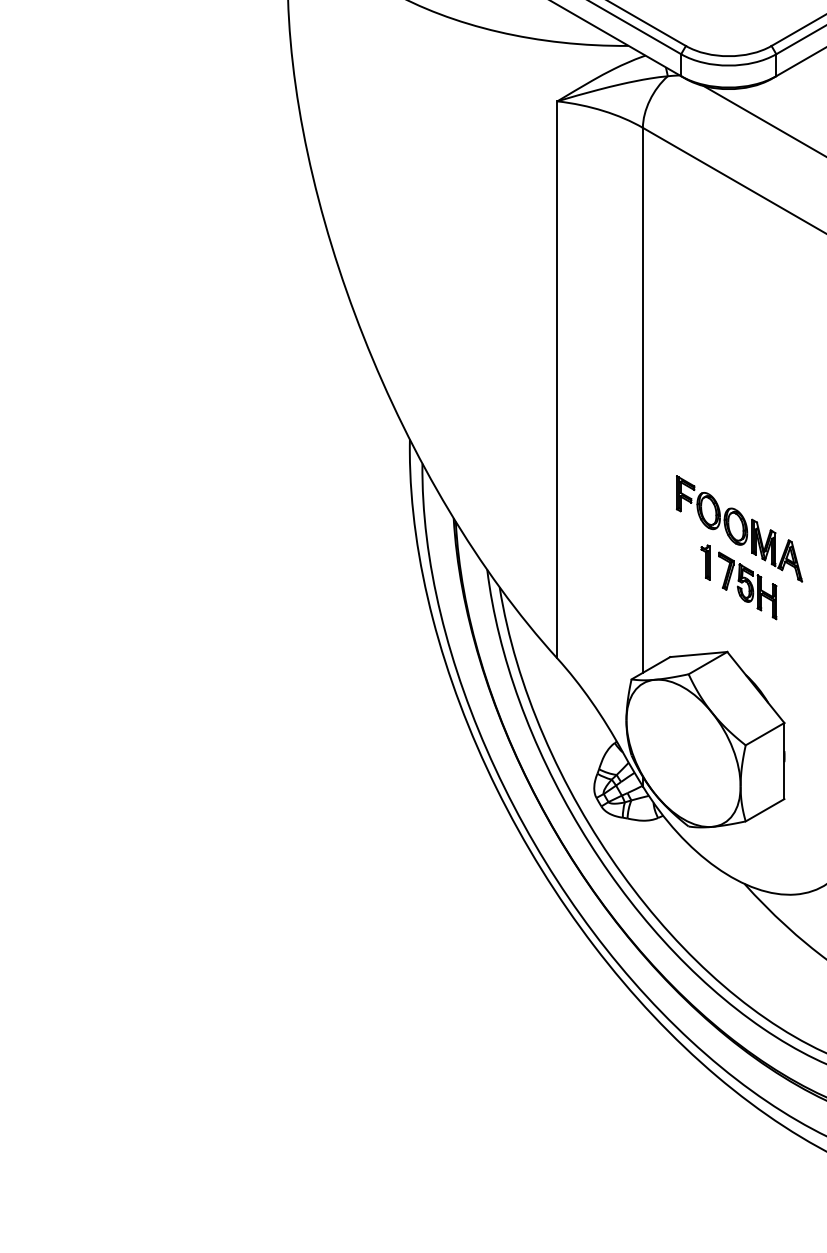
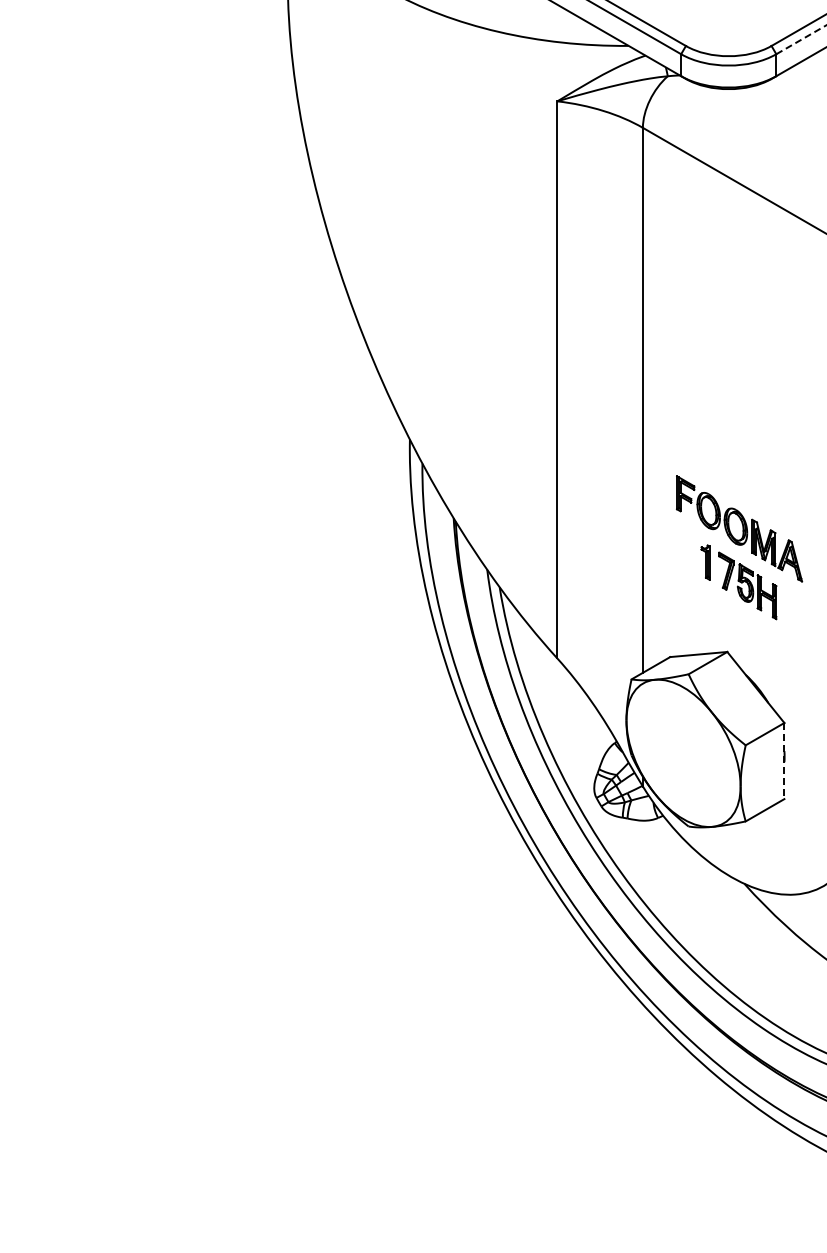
line at (801, 39): solid -> dashed
line at (763, 120): present -> none
line at (784, 761): solid -> dashed
